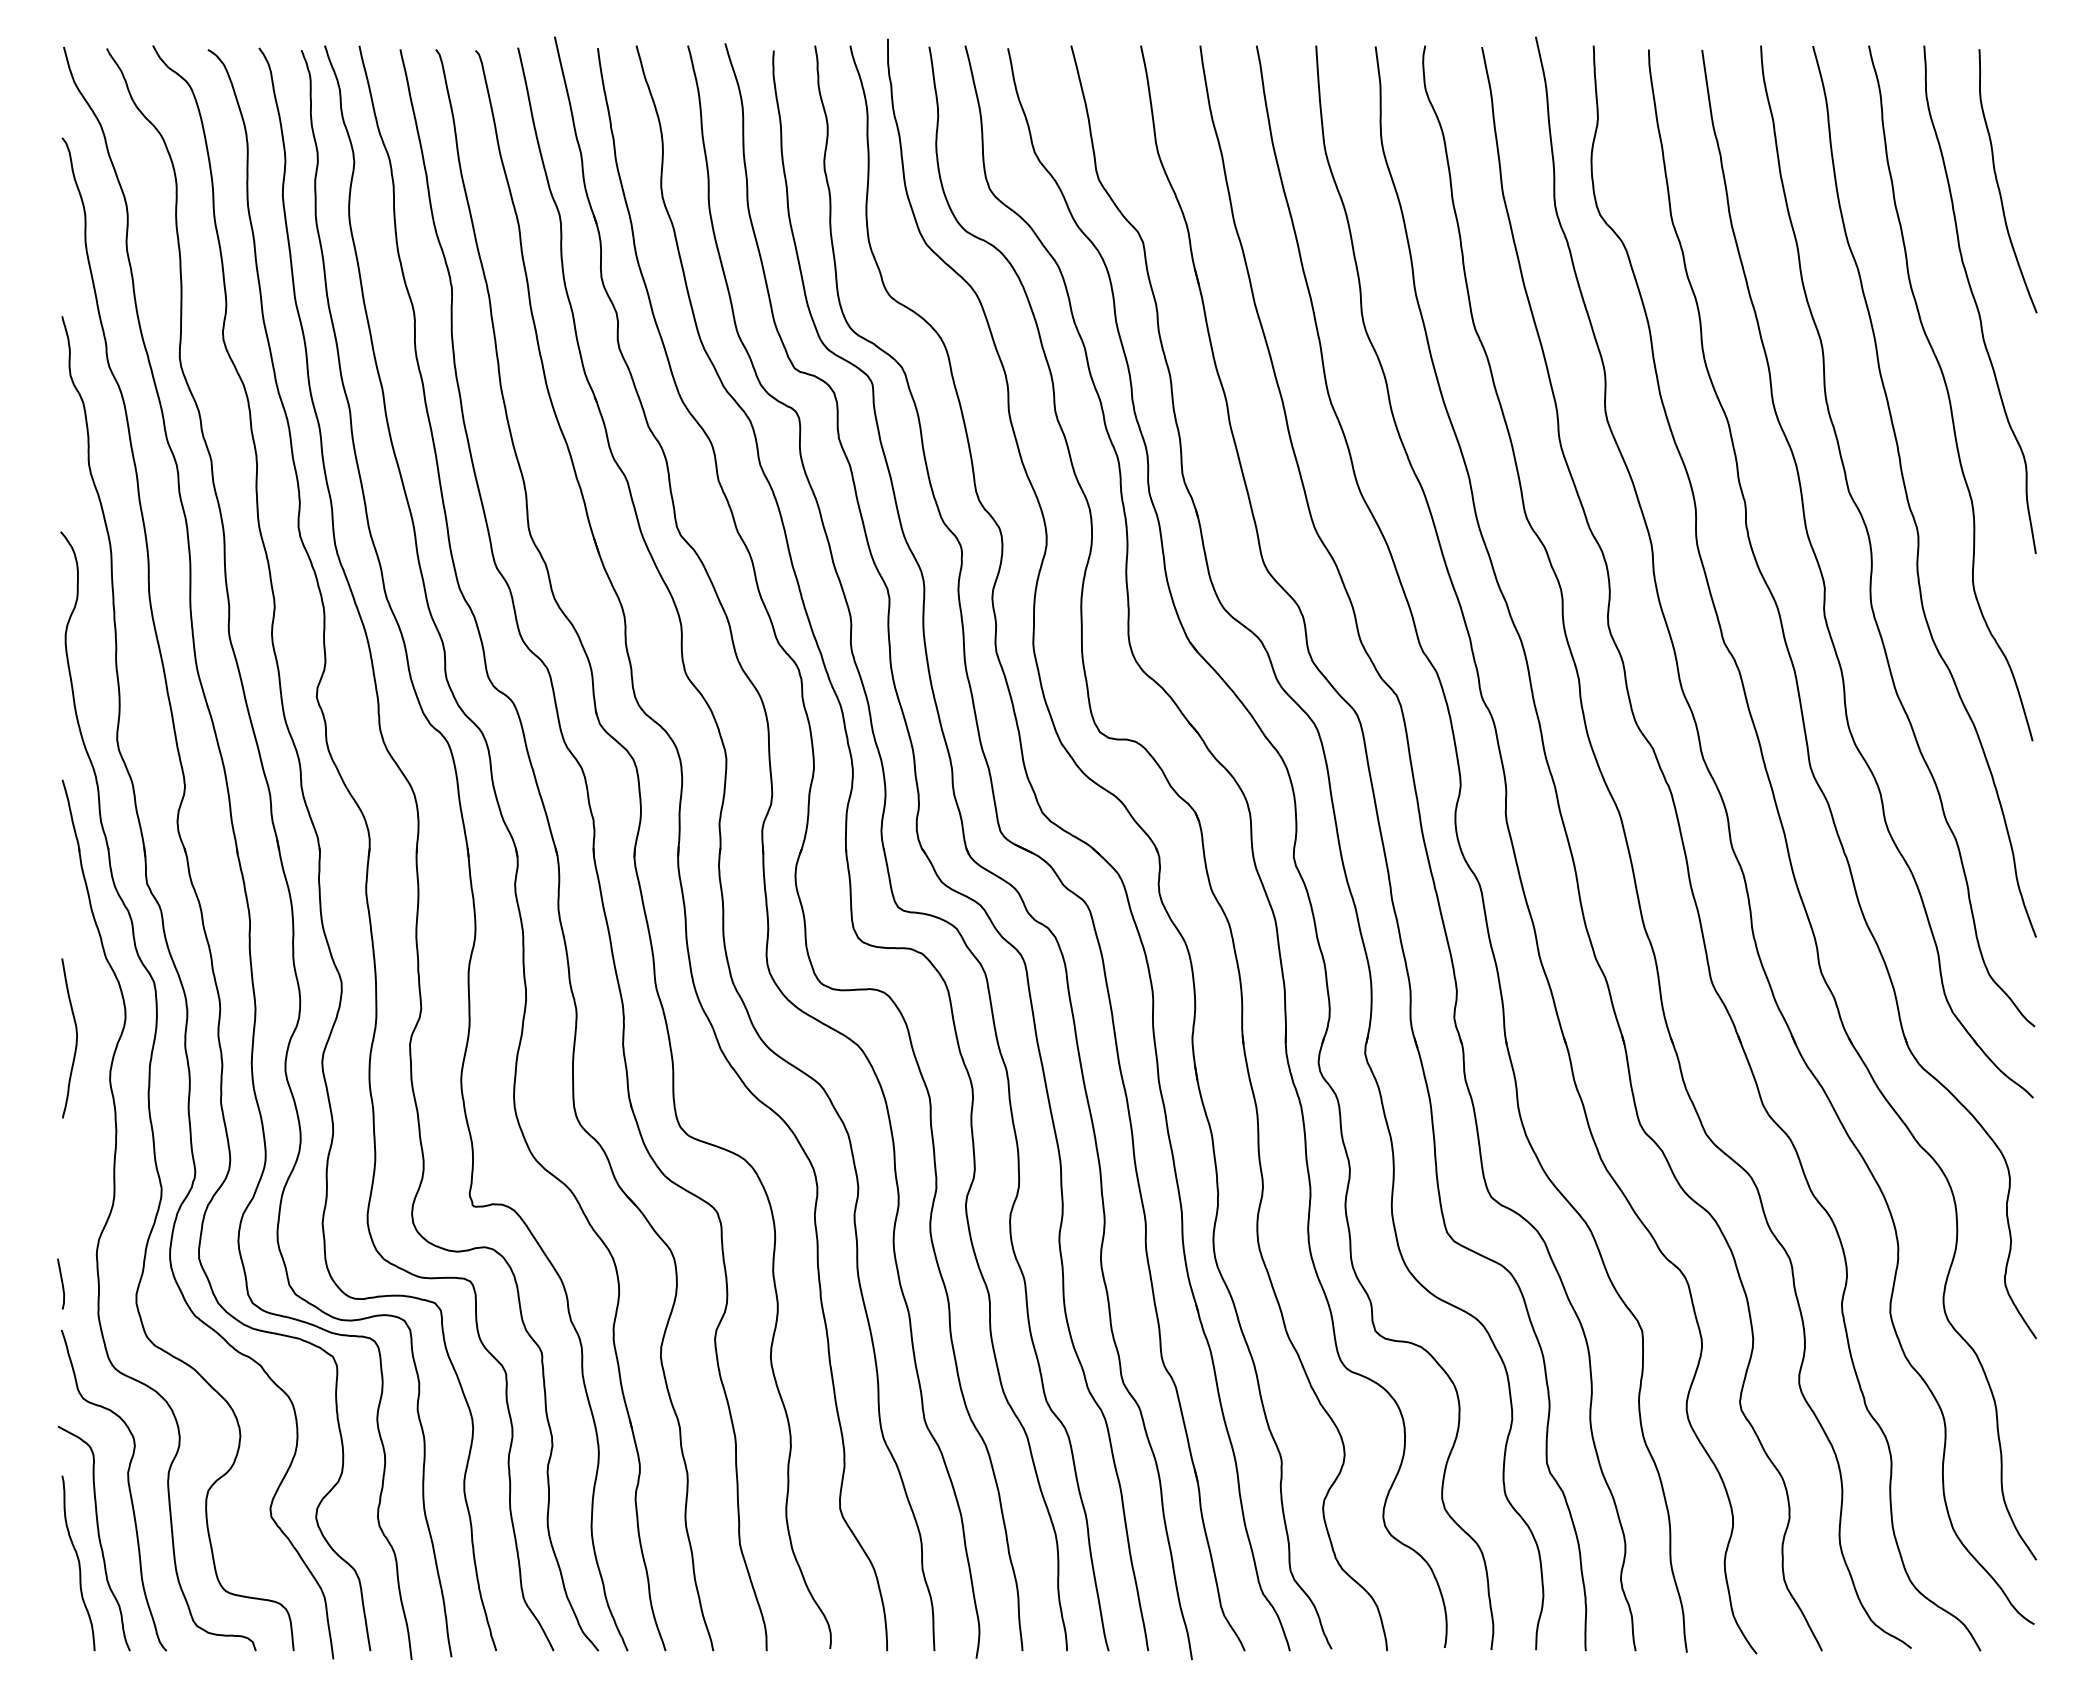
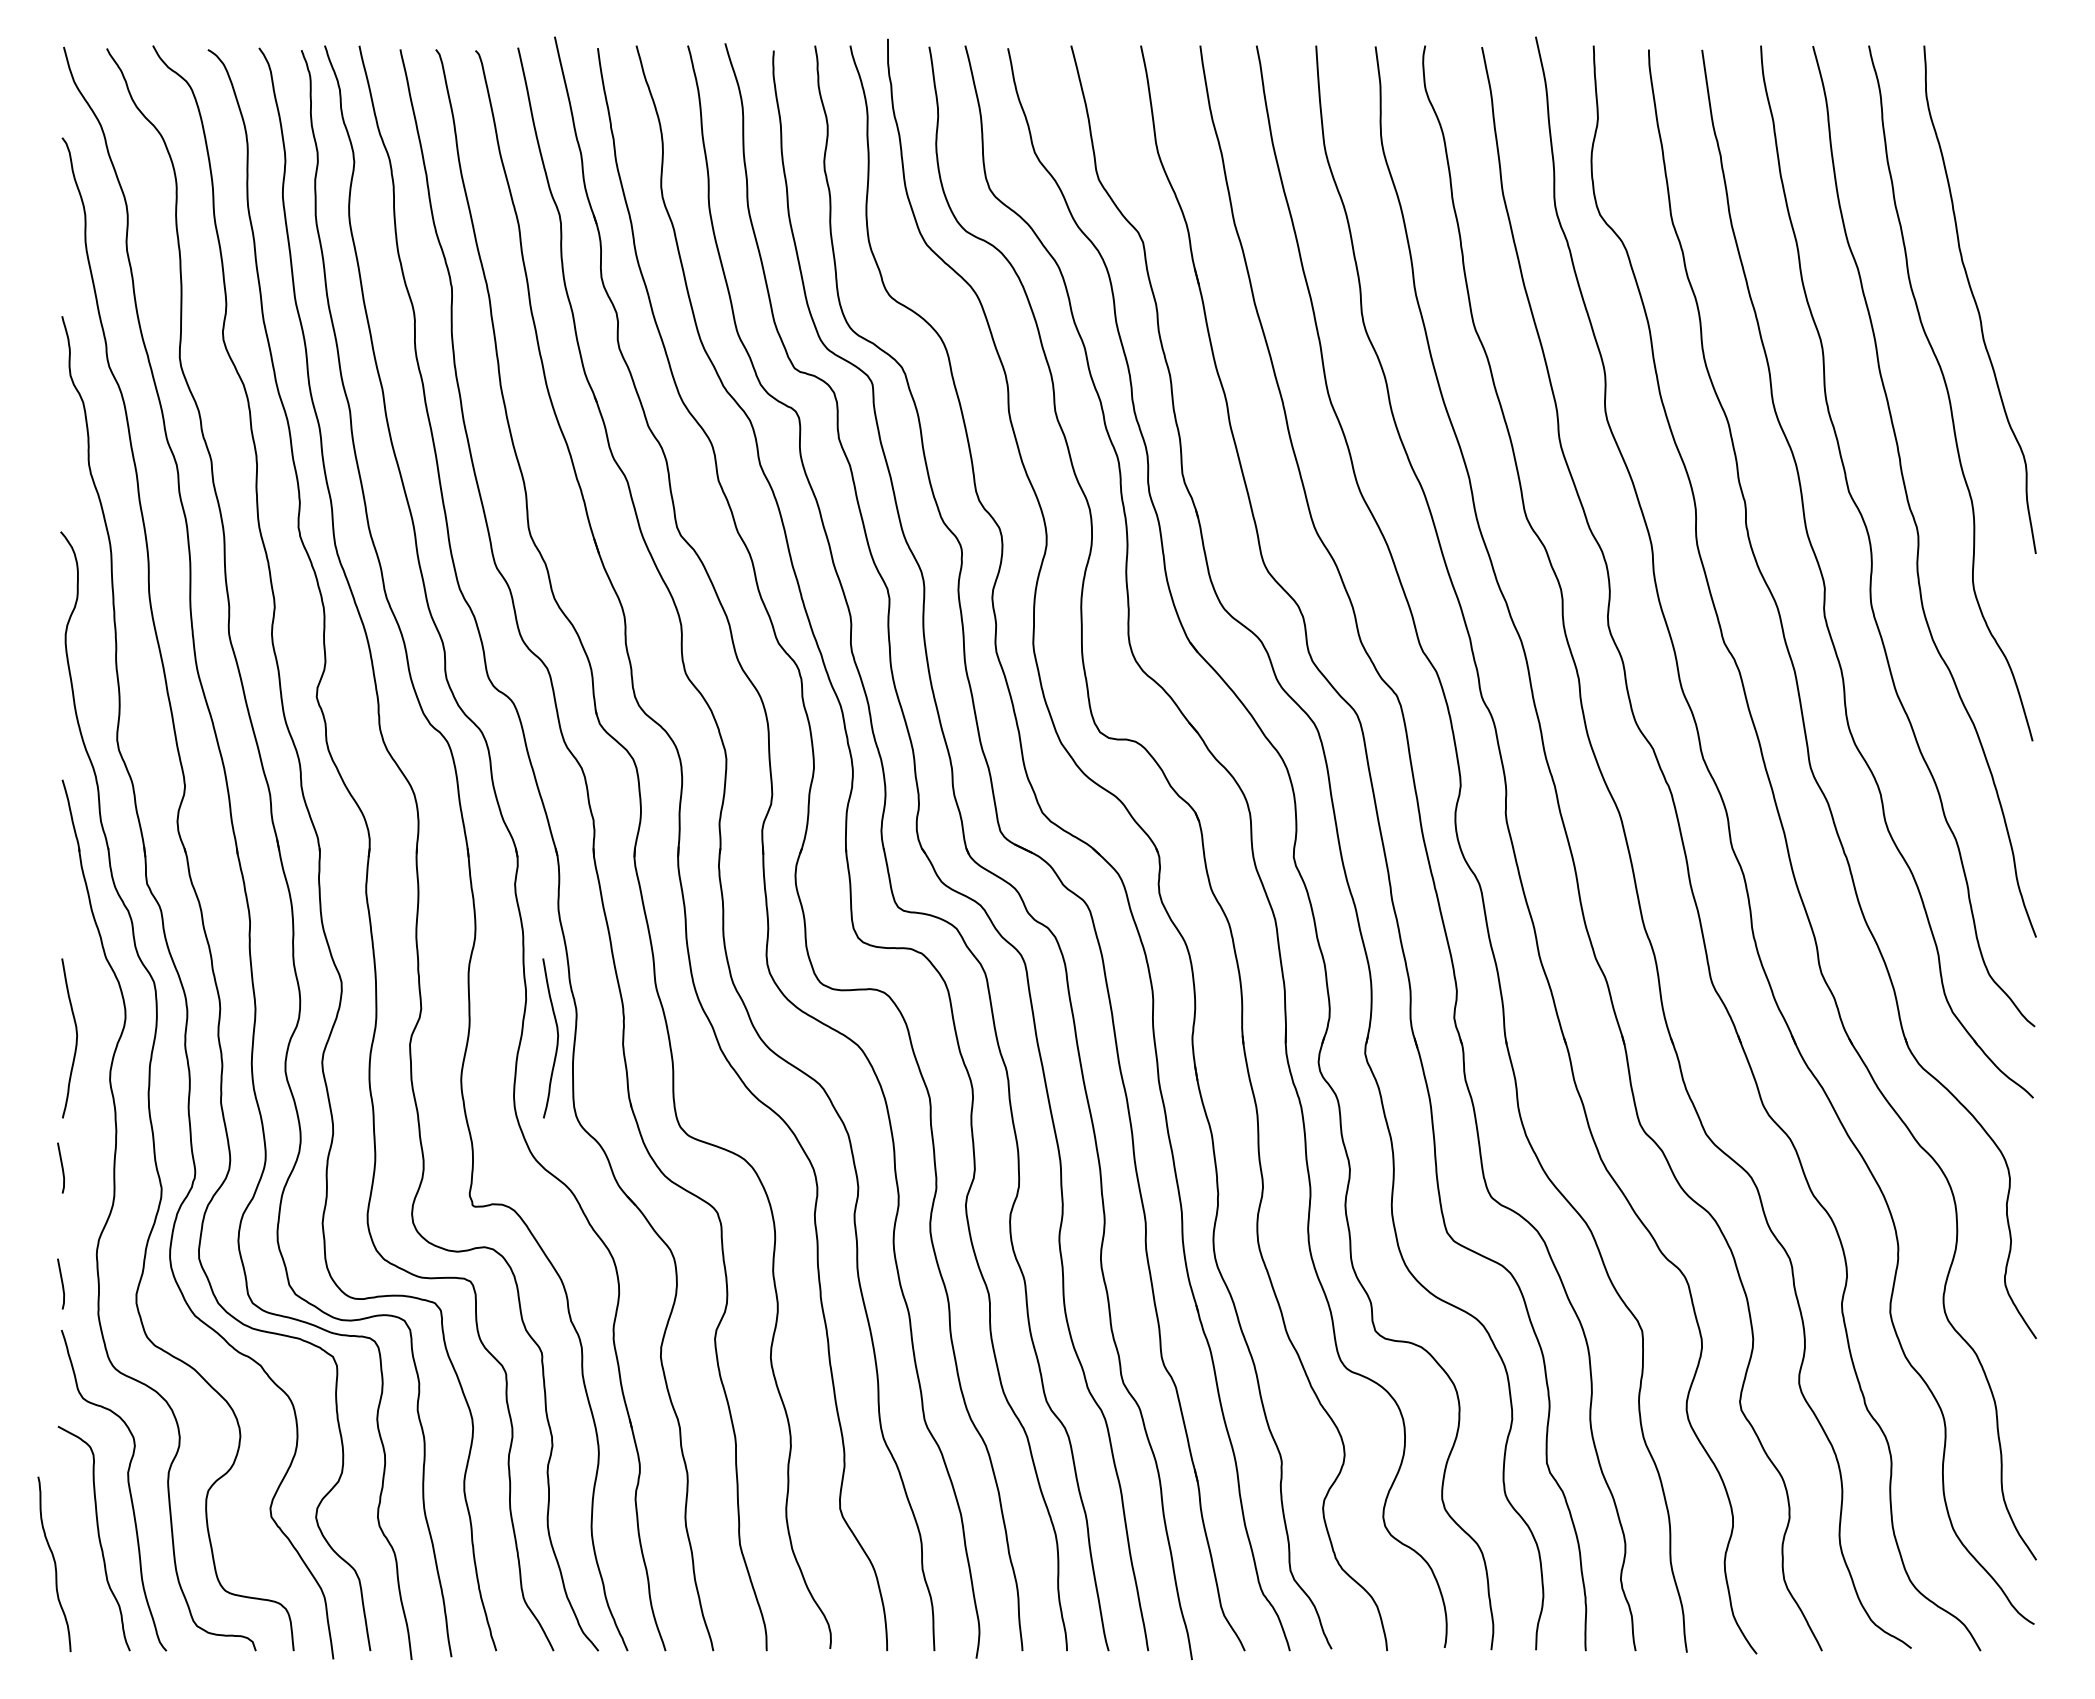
curve at (1998, 182): present -> none
curve at (556, 1041): none -> present
line at (61, 1167): none -> present
curve at (78, 1563) position: (78, 1563) -> (54, 1564)
